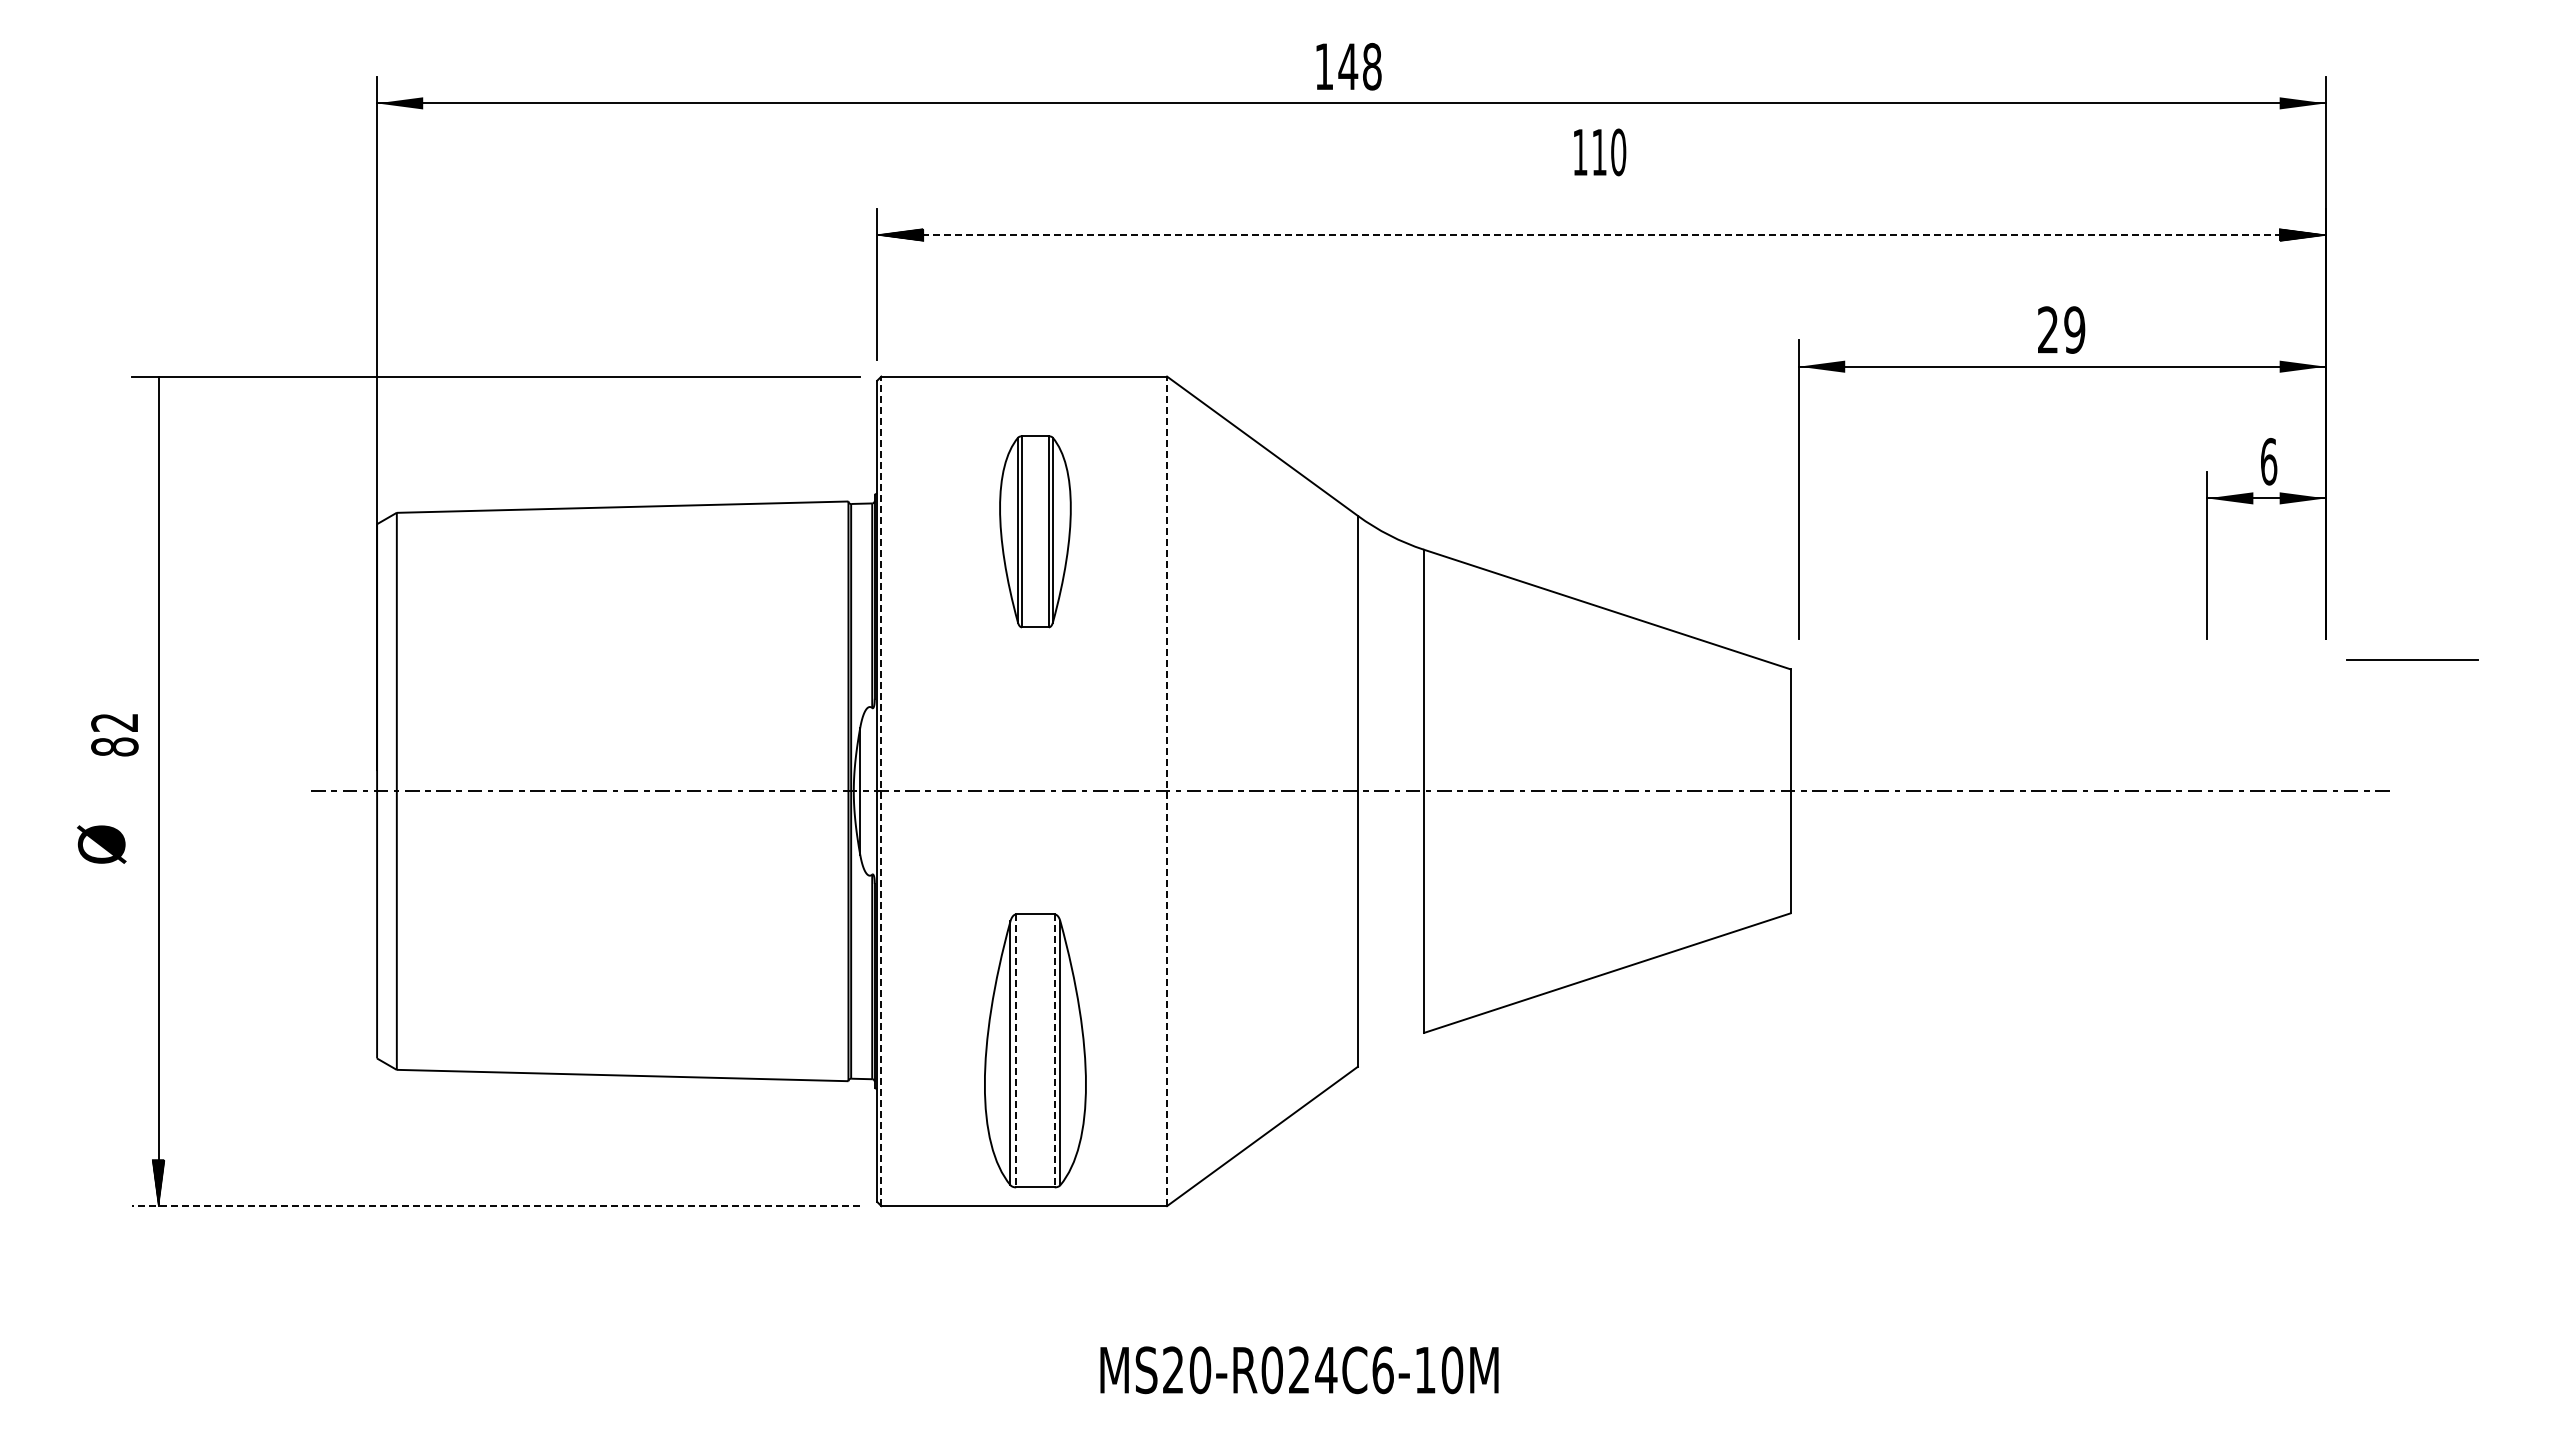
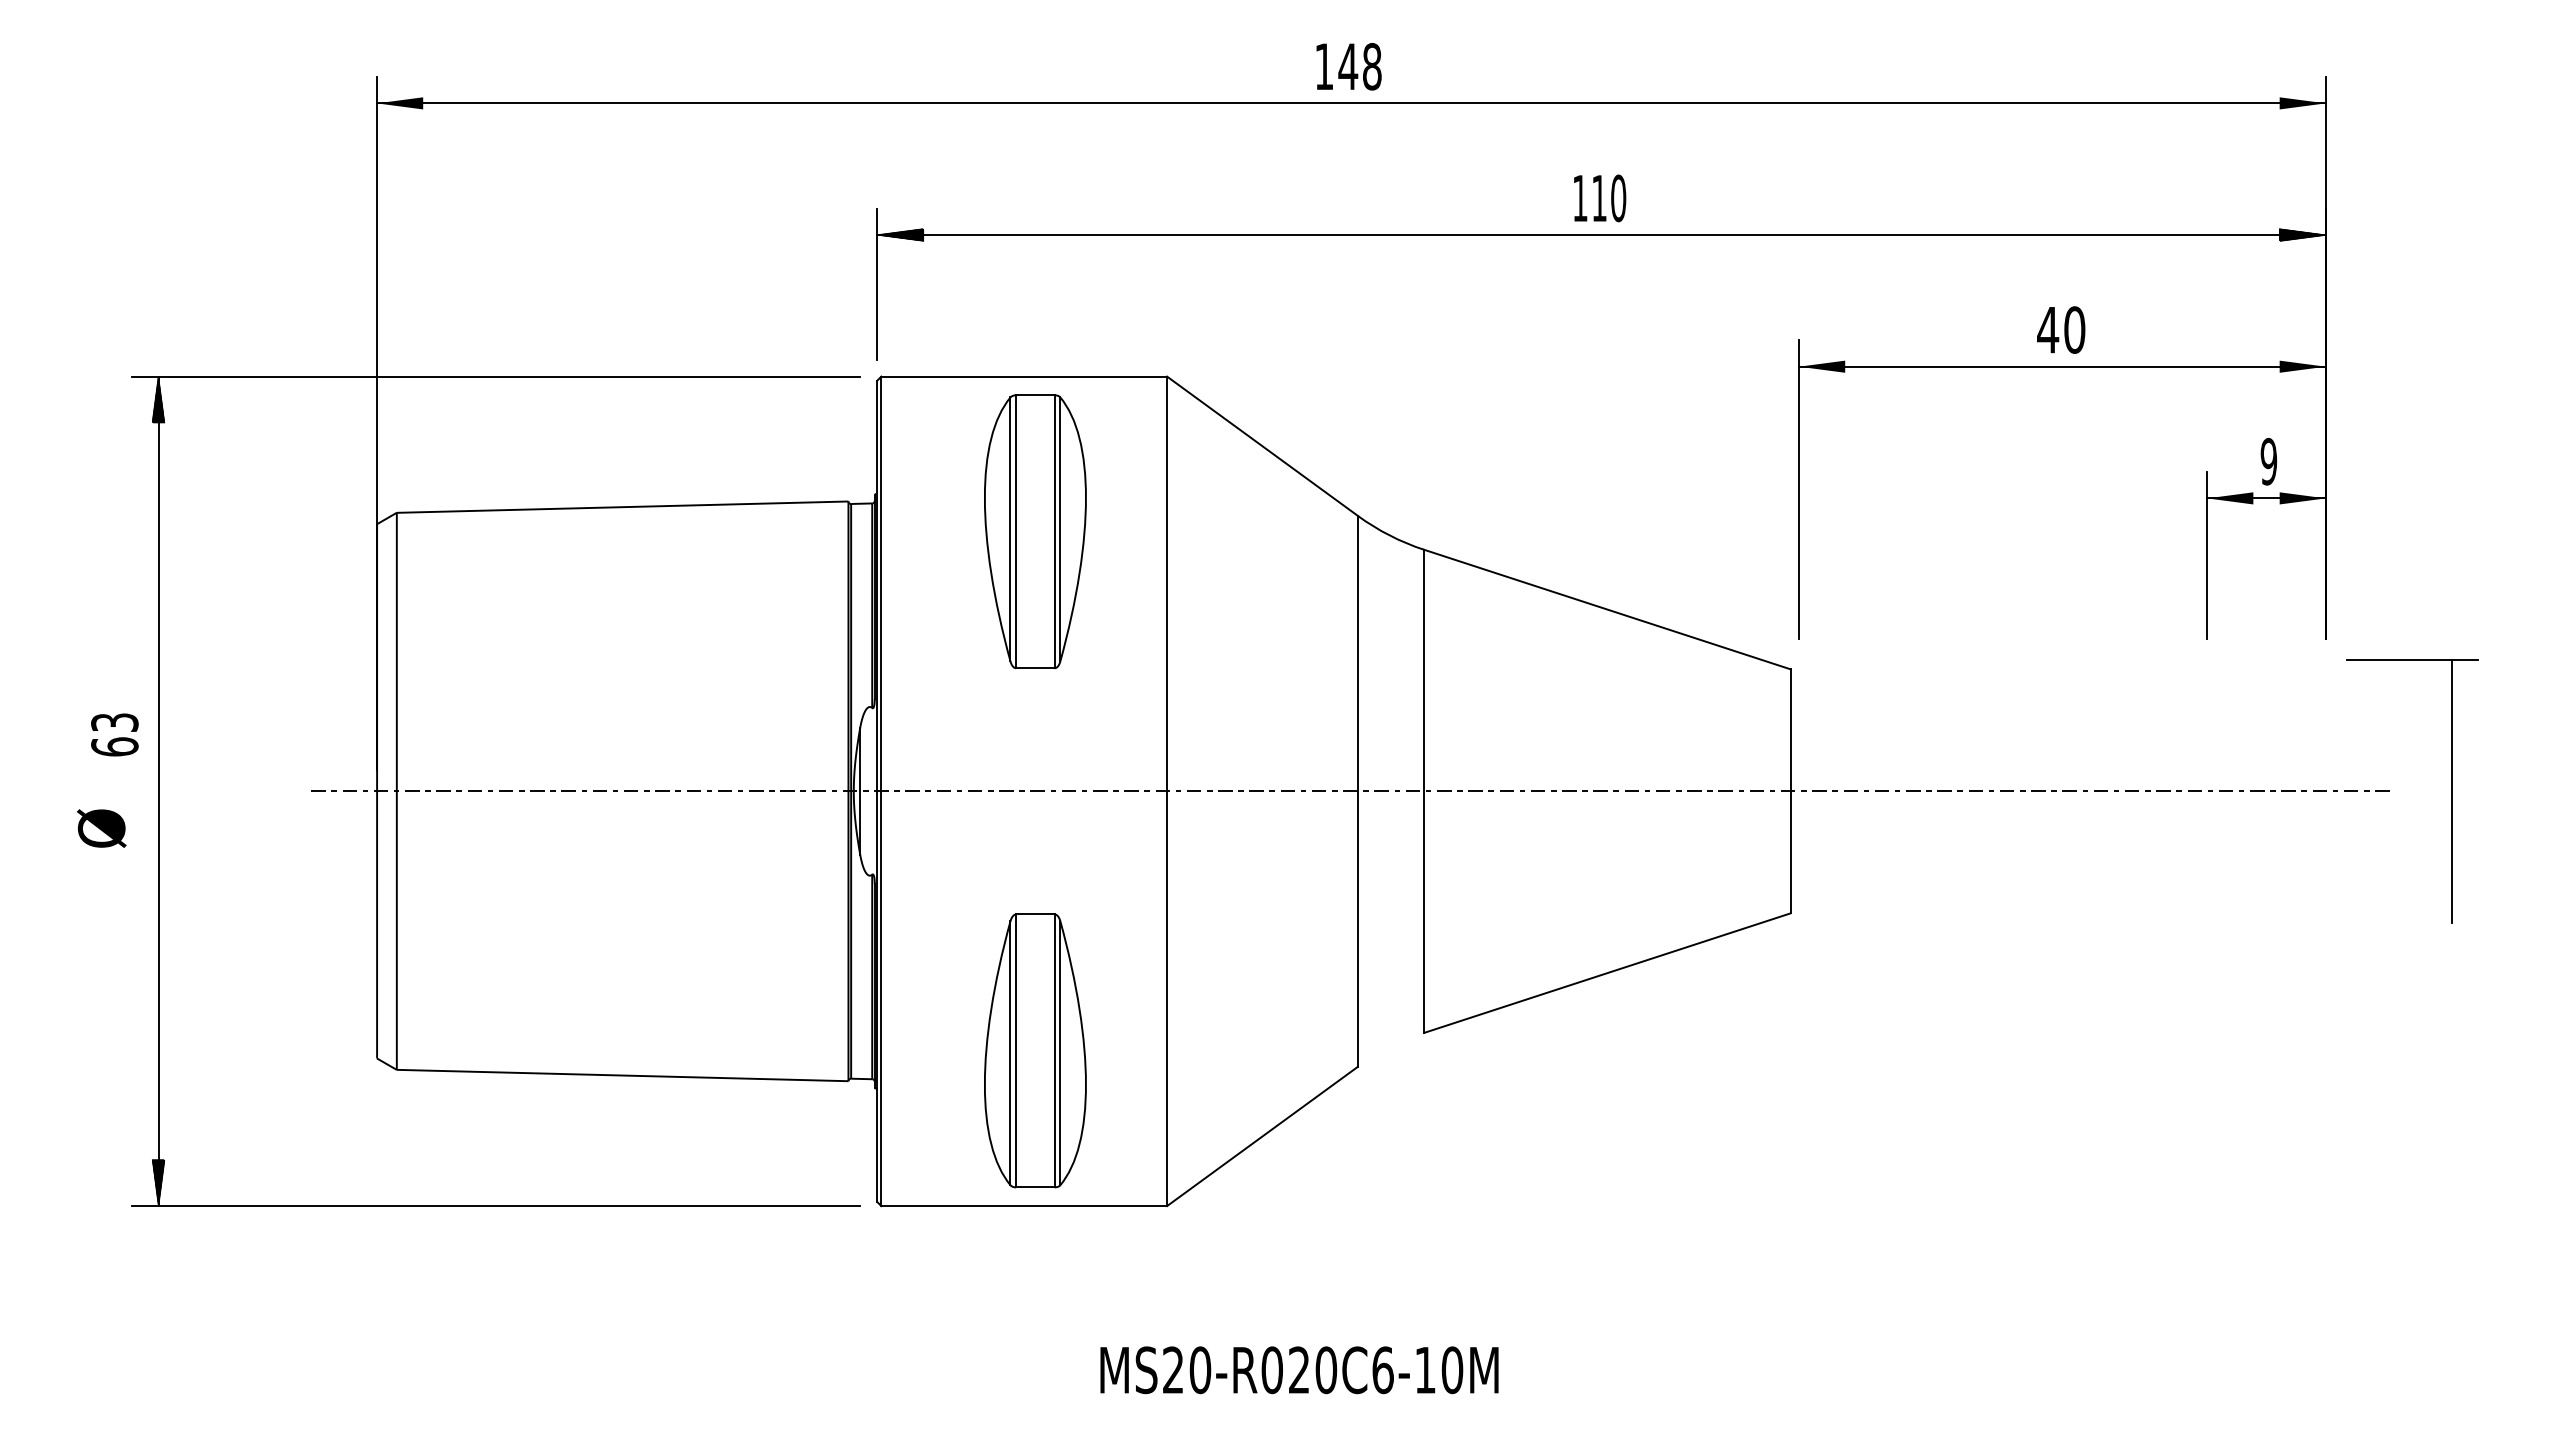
text at (1600, 152) position: (1600, 152) -> (1600, 198)
line at (1601, 235): dashed -> solid
text at (2061, 329): 29 -> 40
hatch at (158, 399): none -> present
text at (2268, 461): 6 -> 9
part at (1035, 531) size: 73x194 px -> 103x276 px
text at (114, 734): 82 -> 63
line at (881, 791): dashed -> solid
line at (1167, 791): dashed -> solid
line at (2452, 791): none -> present
text at (101, 844) position: (101, 844) -> (101, 828)
line at (1016, 1051): dashed -> solid
line at (1054, 1051): dashed -> solid
line at (495, 1206): dashed -> solid
text at (1326, 1370): MS20-R024C6-10M -> MS20-R020C6-10M
